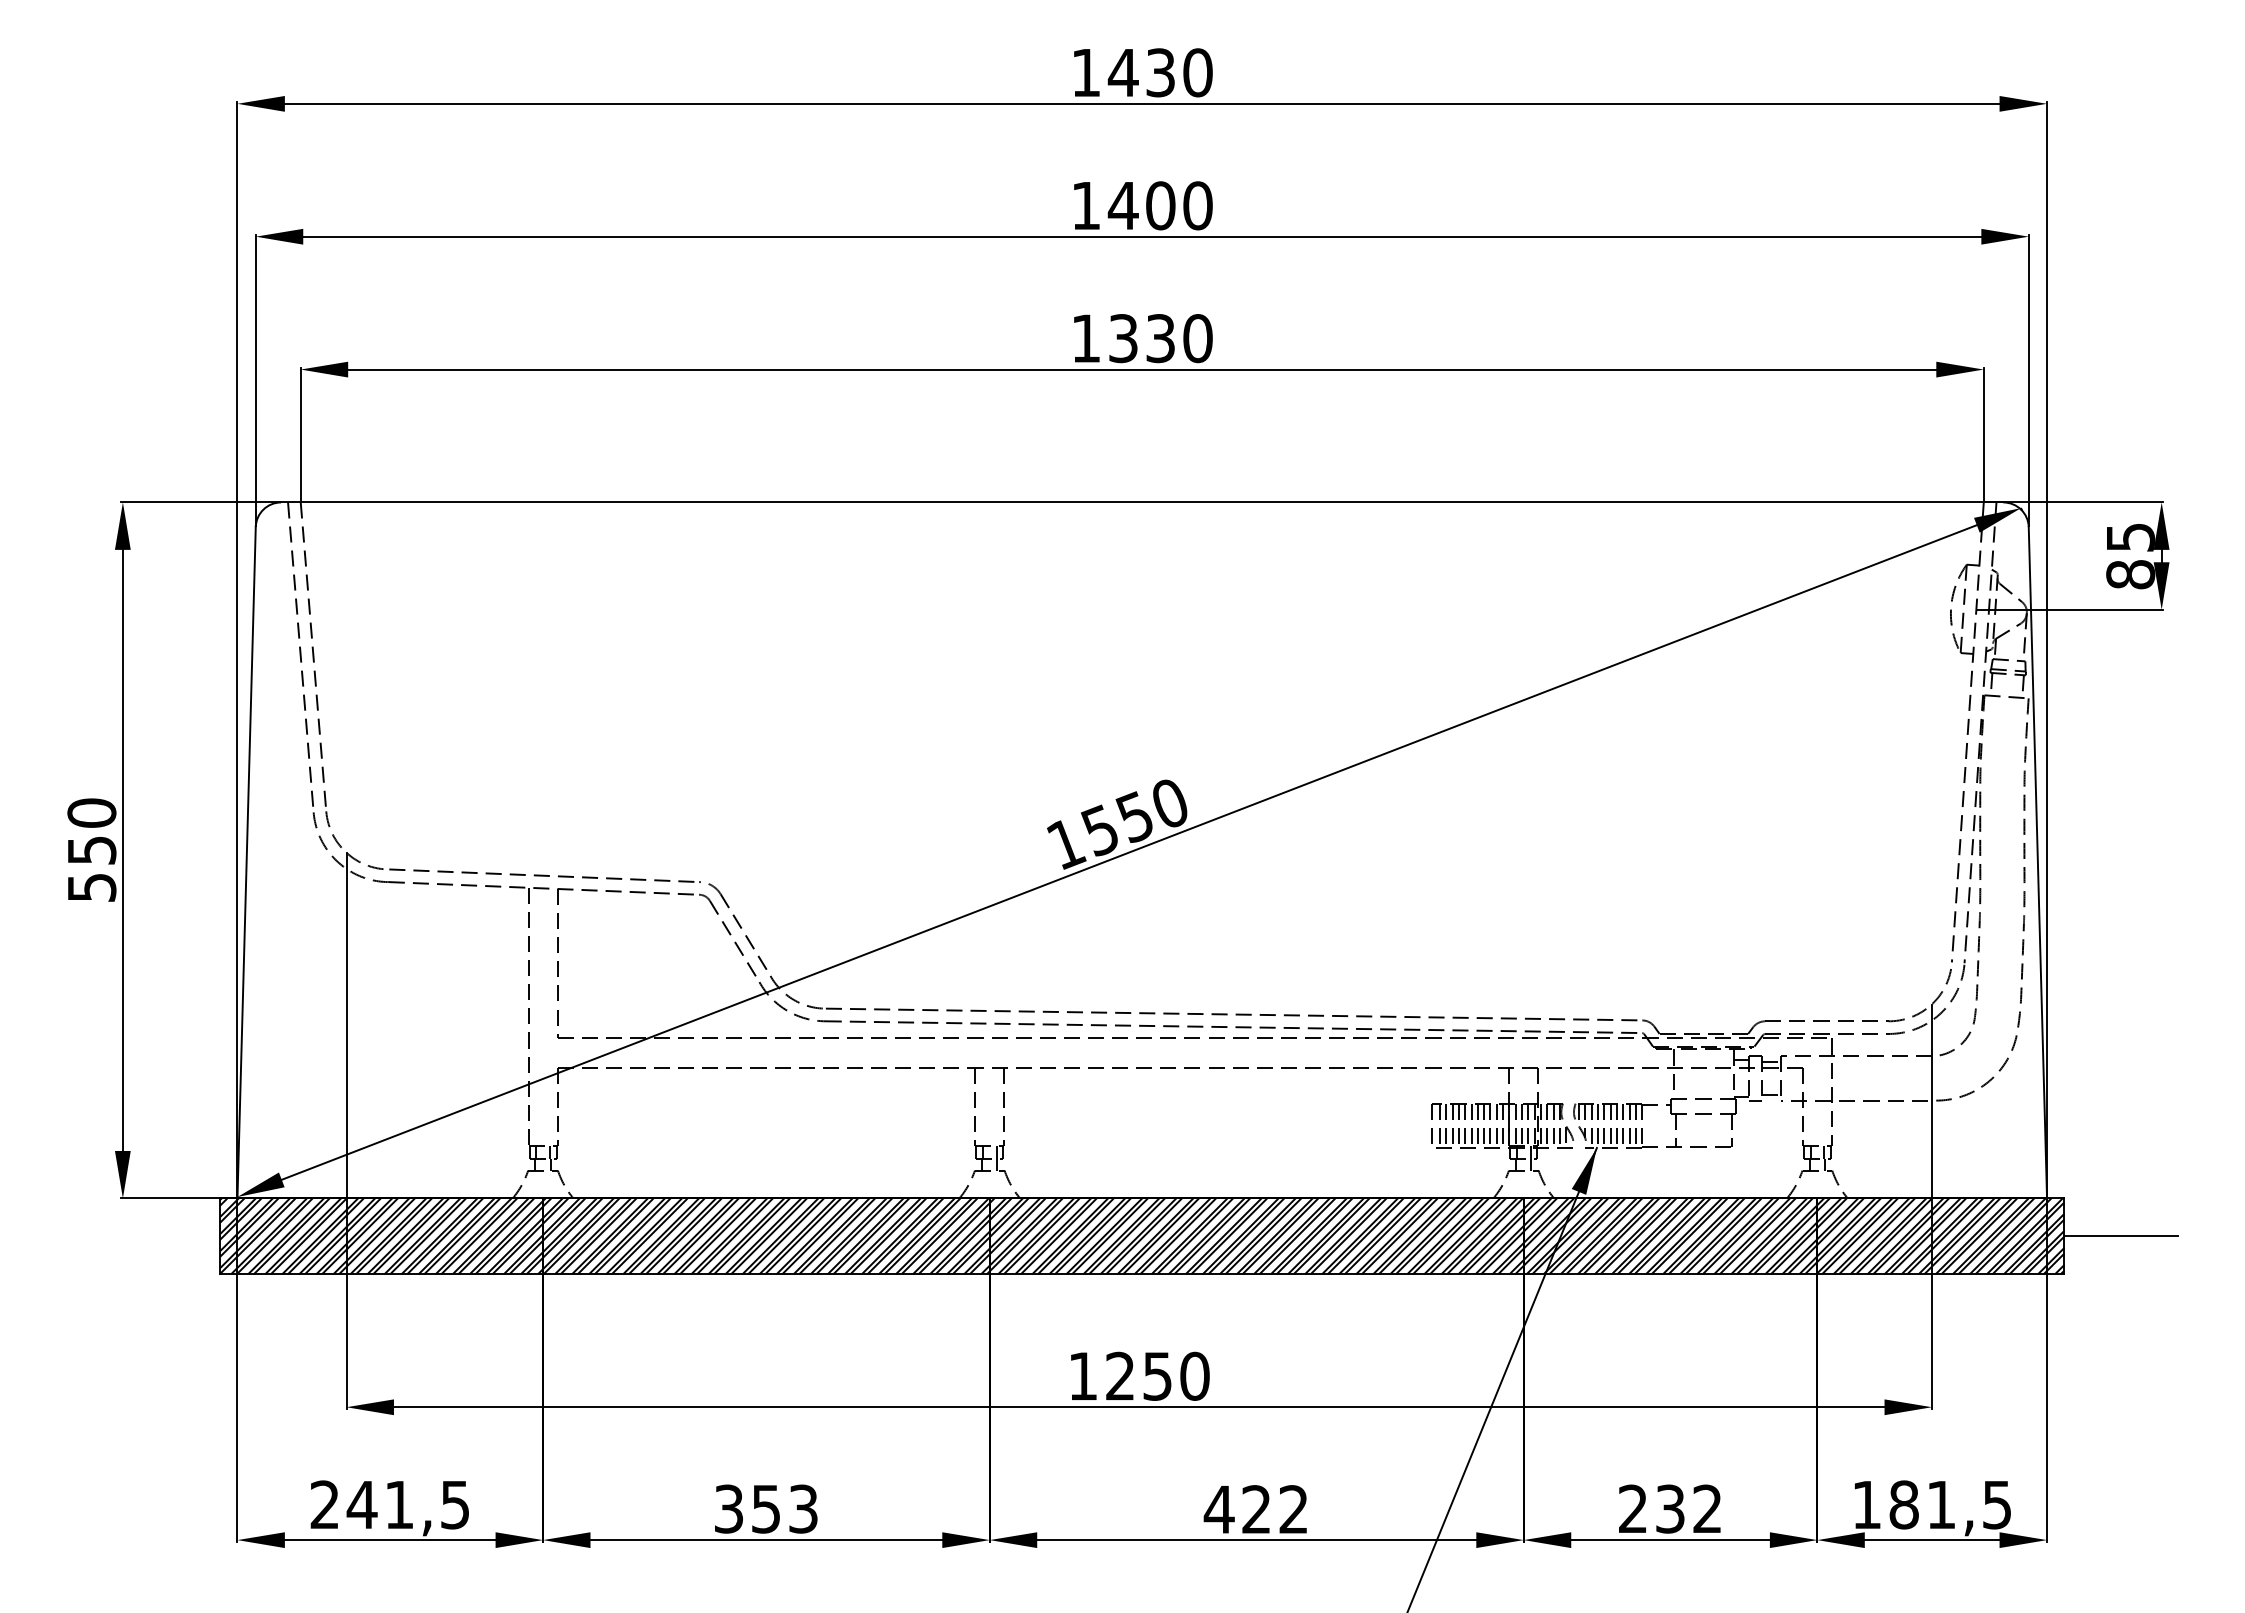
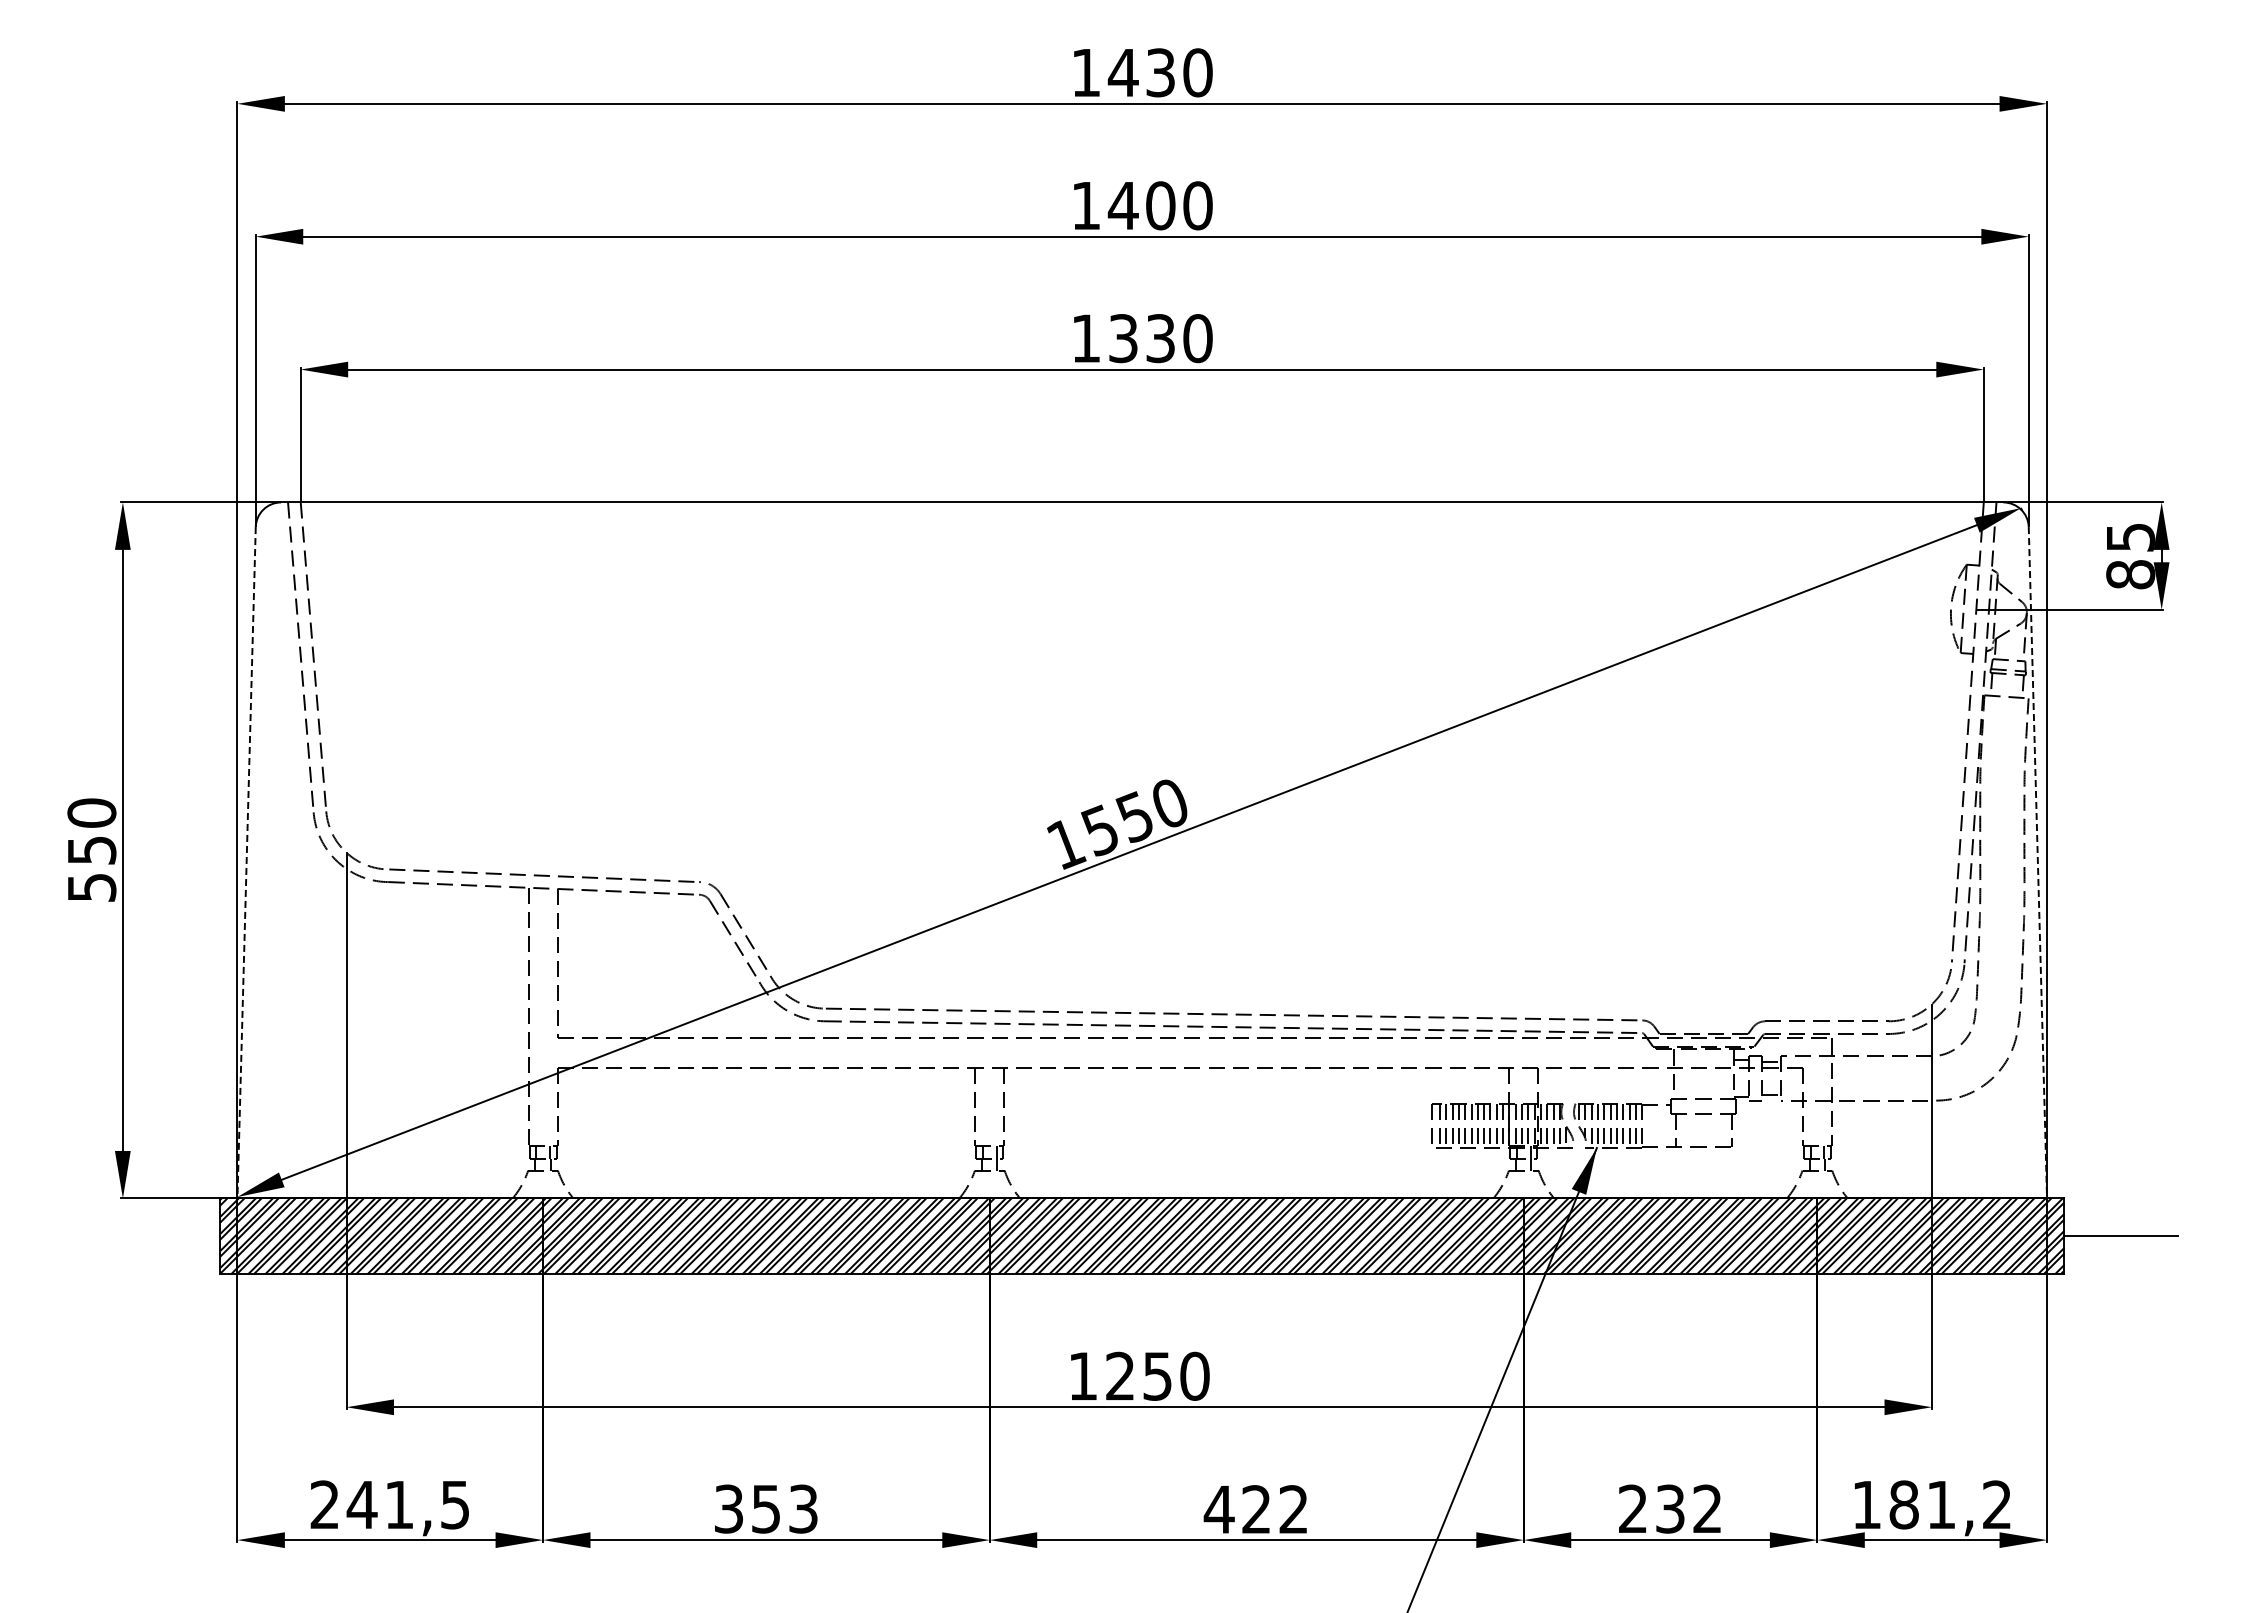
line at (246, 862): solid -> dashed
line at (2037, 862): solid -> dashed
text at (1996, 1504): 181,5 -> 181,2
